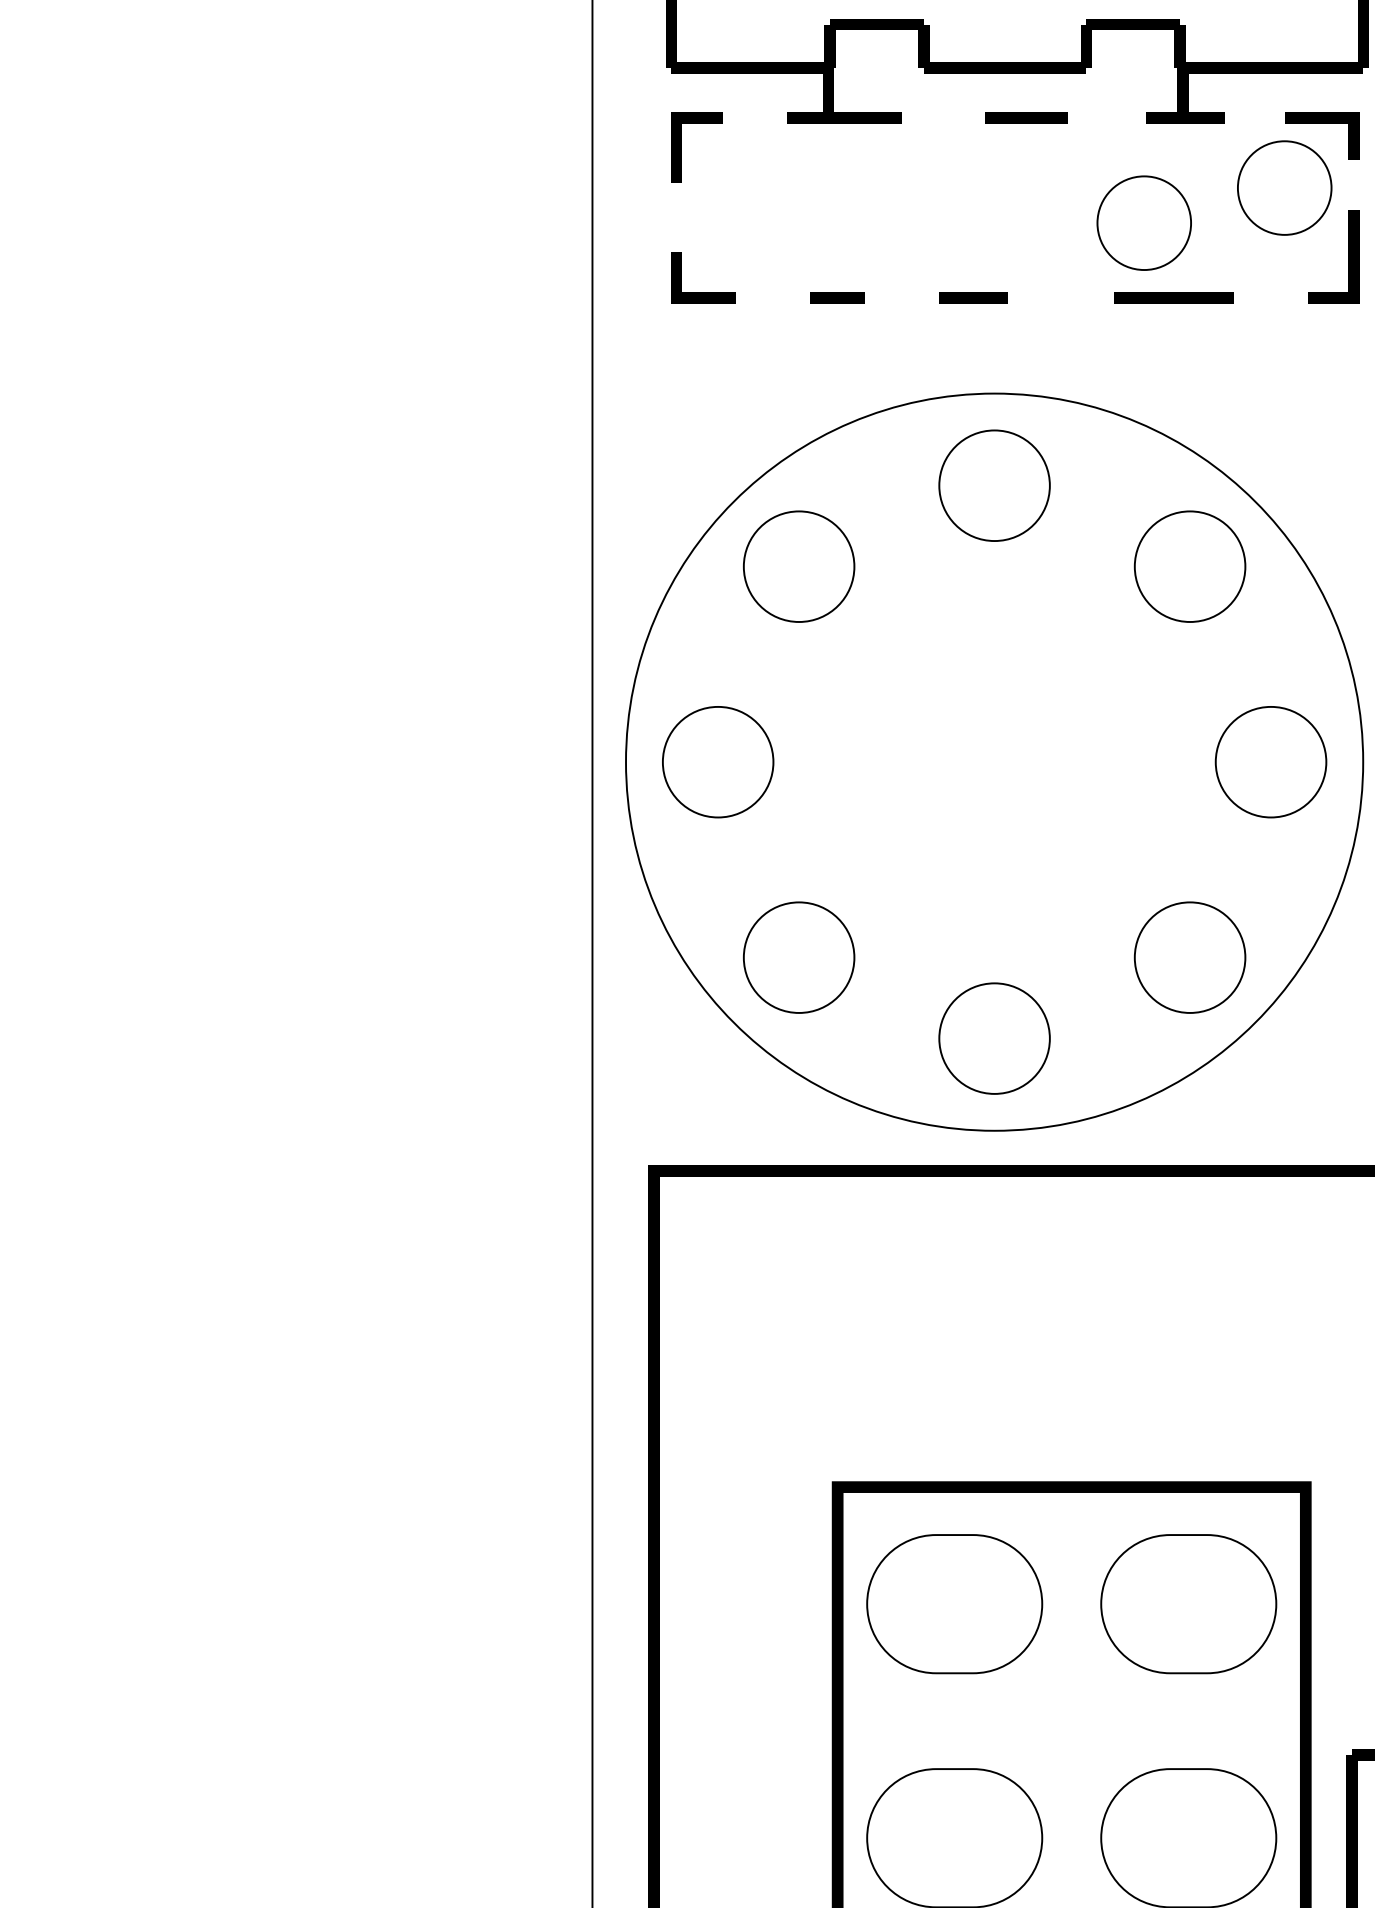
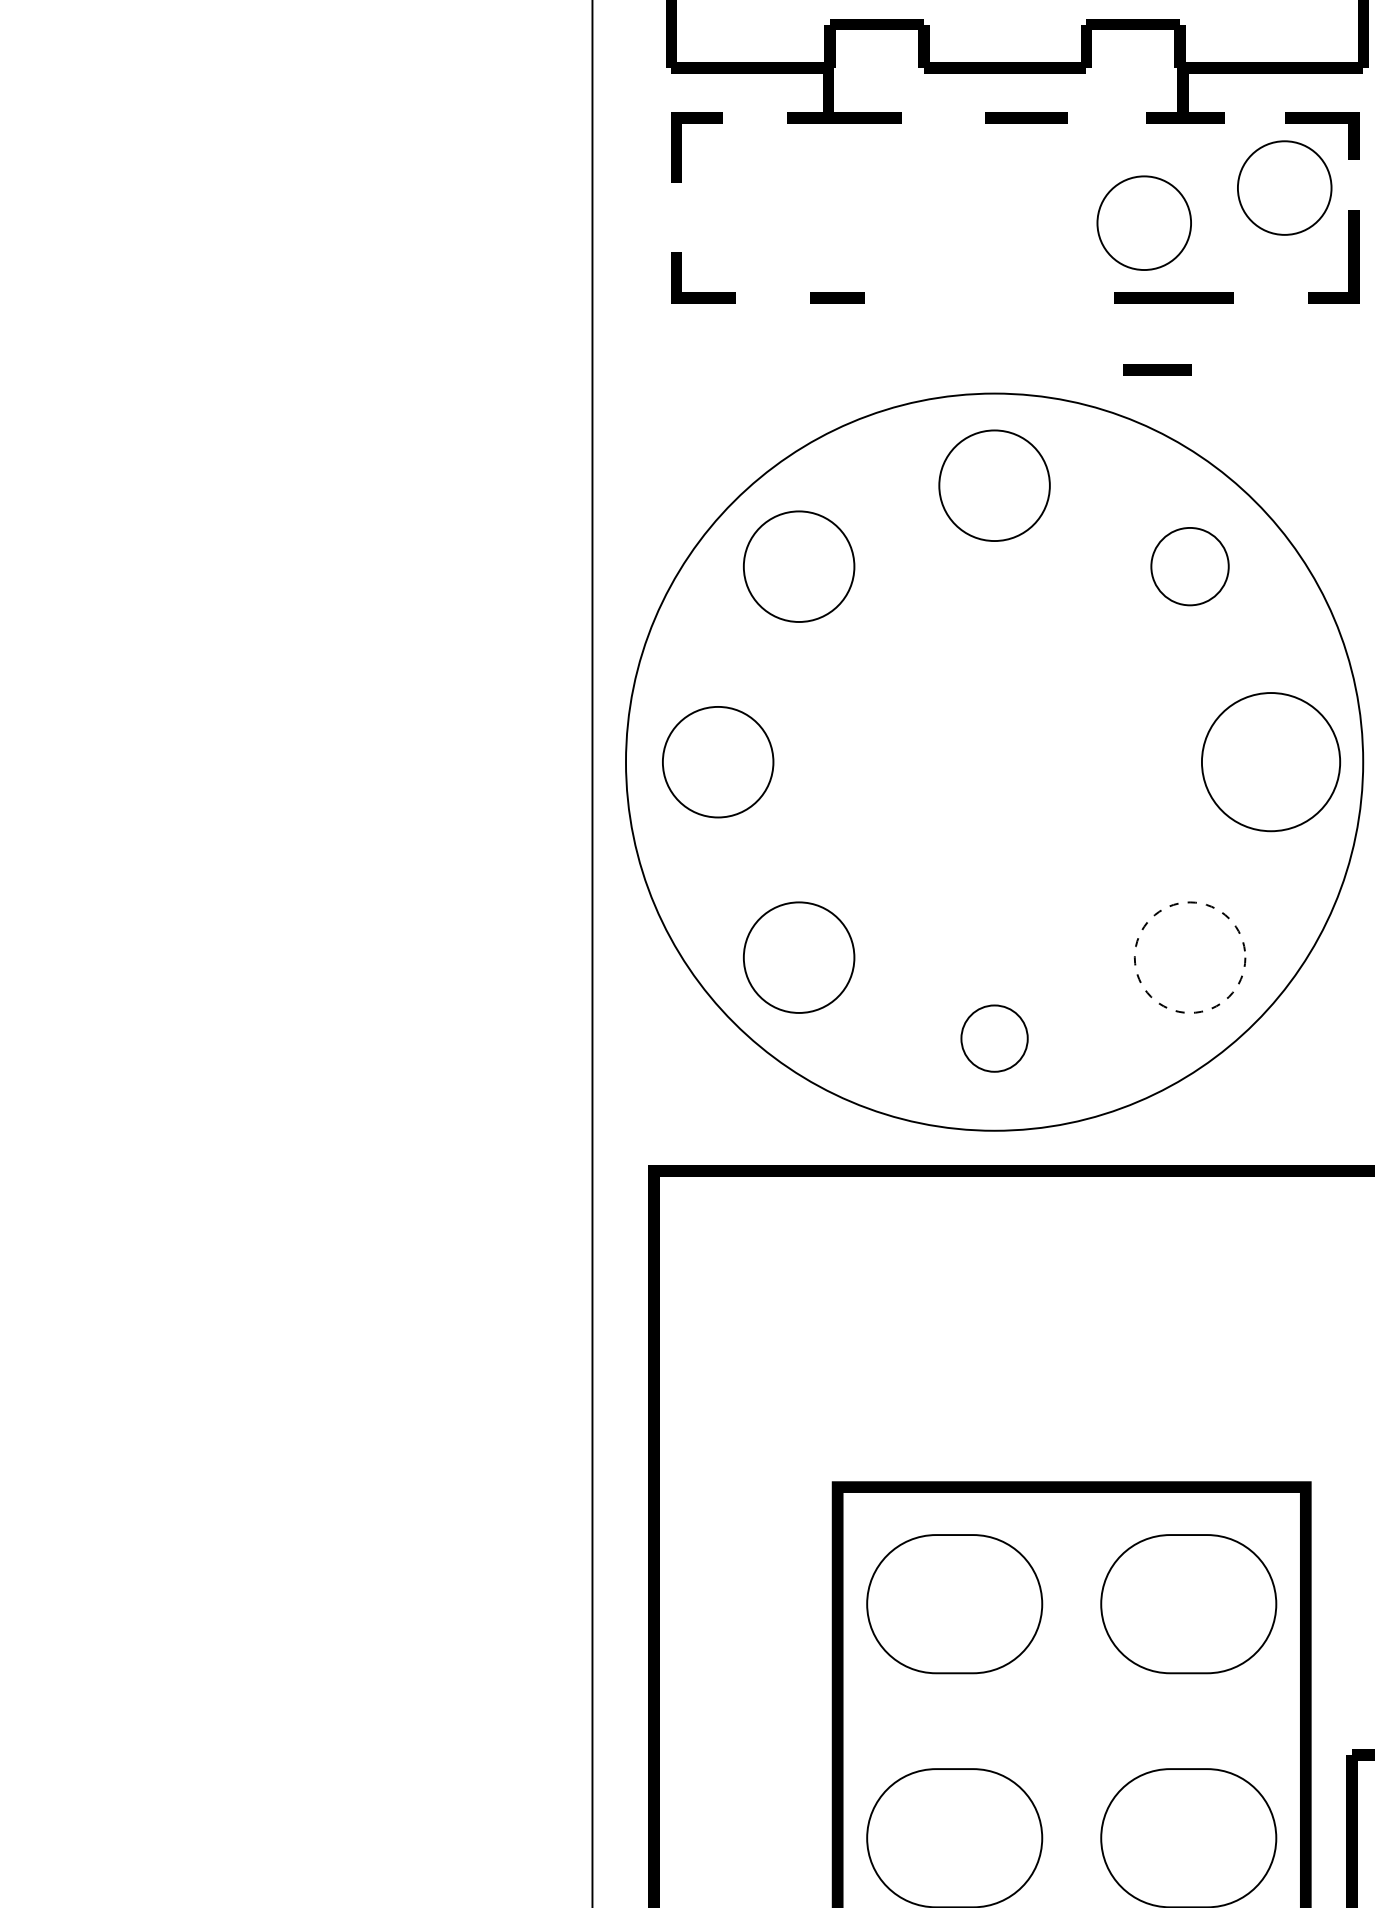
line at (973, 297) position: (973, 297) -> (1157, 369)
circle at (1189, 566) size: 114x113 px -> 80x80 px
circle at (1270, 762) size: 114x113 px -> 141x141 px
circle at (1189, 957): solid -> dashed
circle at (994, 1038) diameter: 111 px -> 66 px
